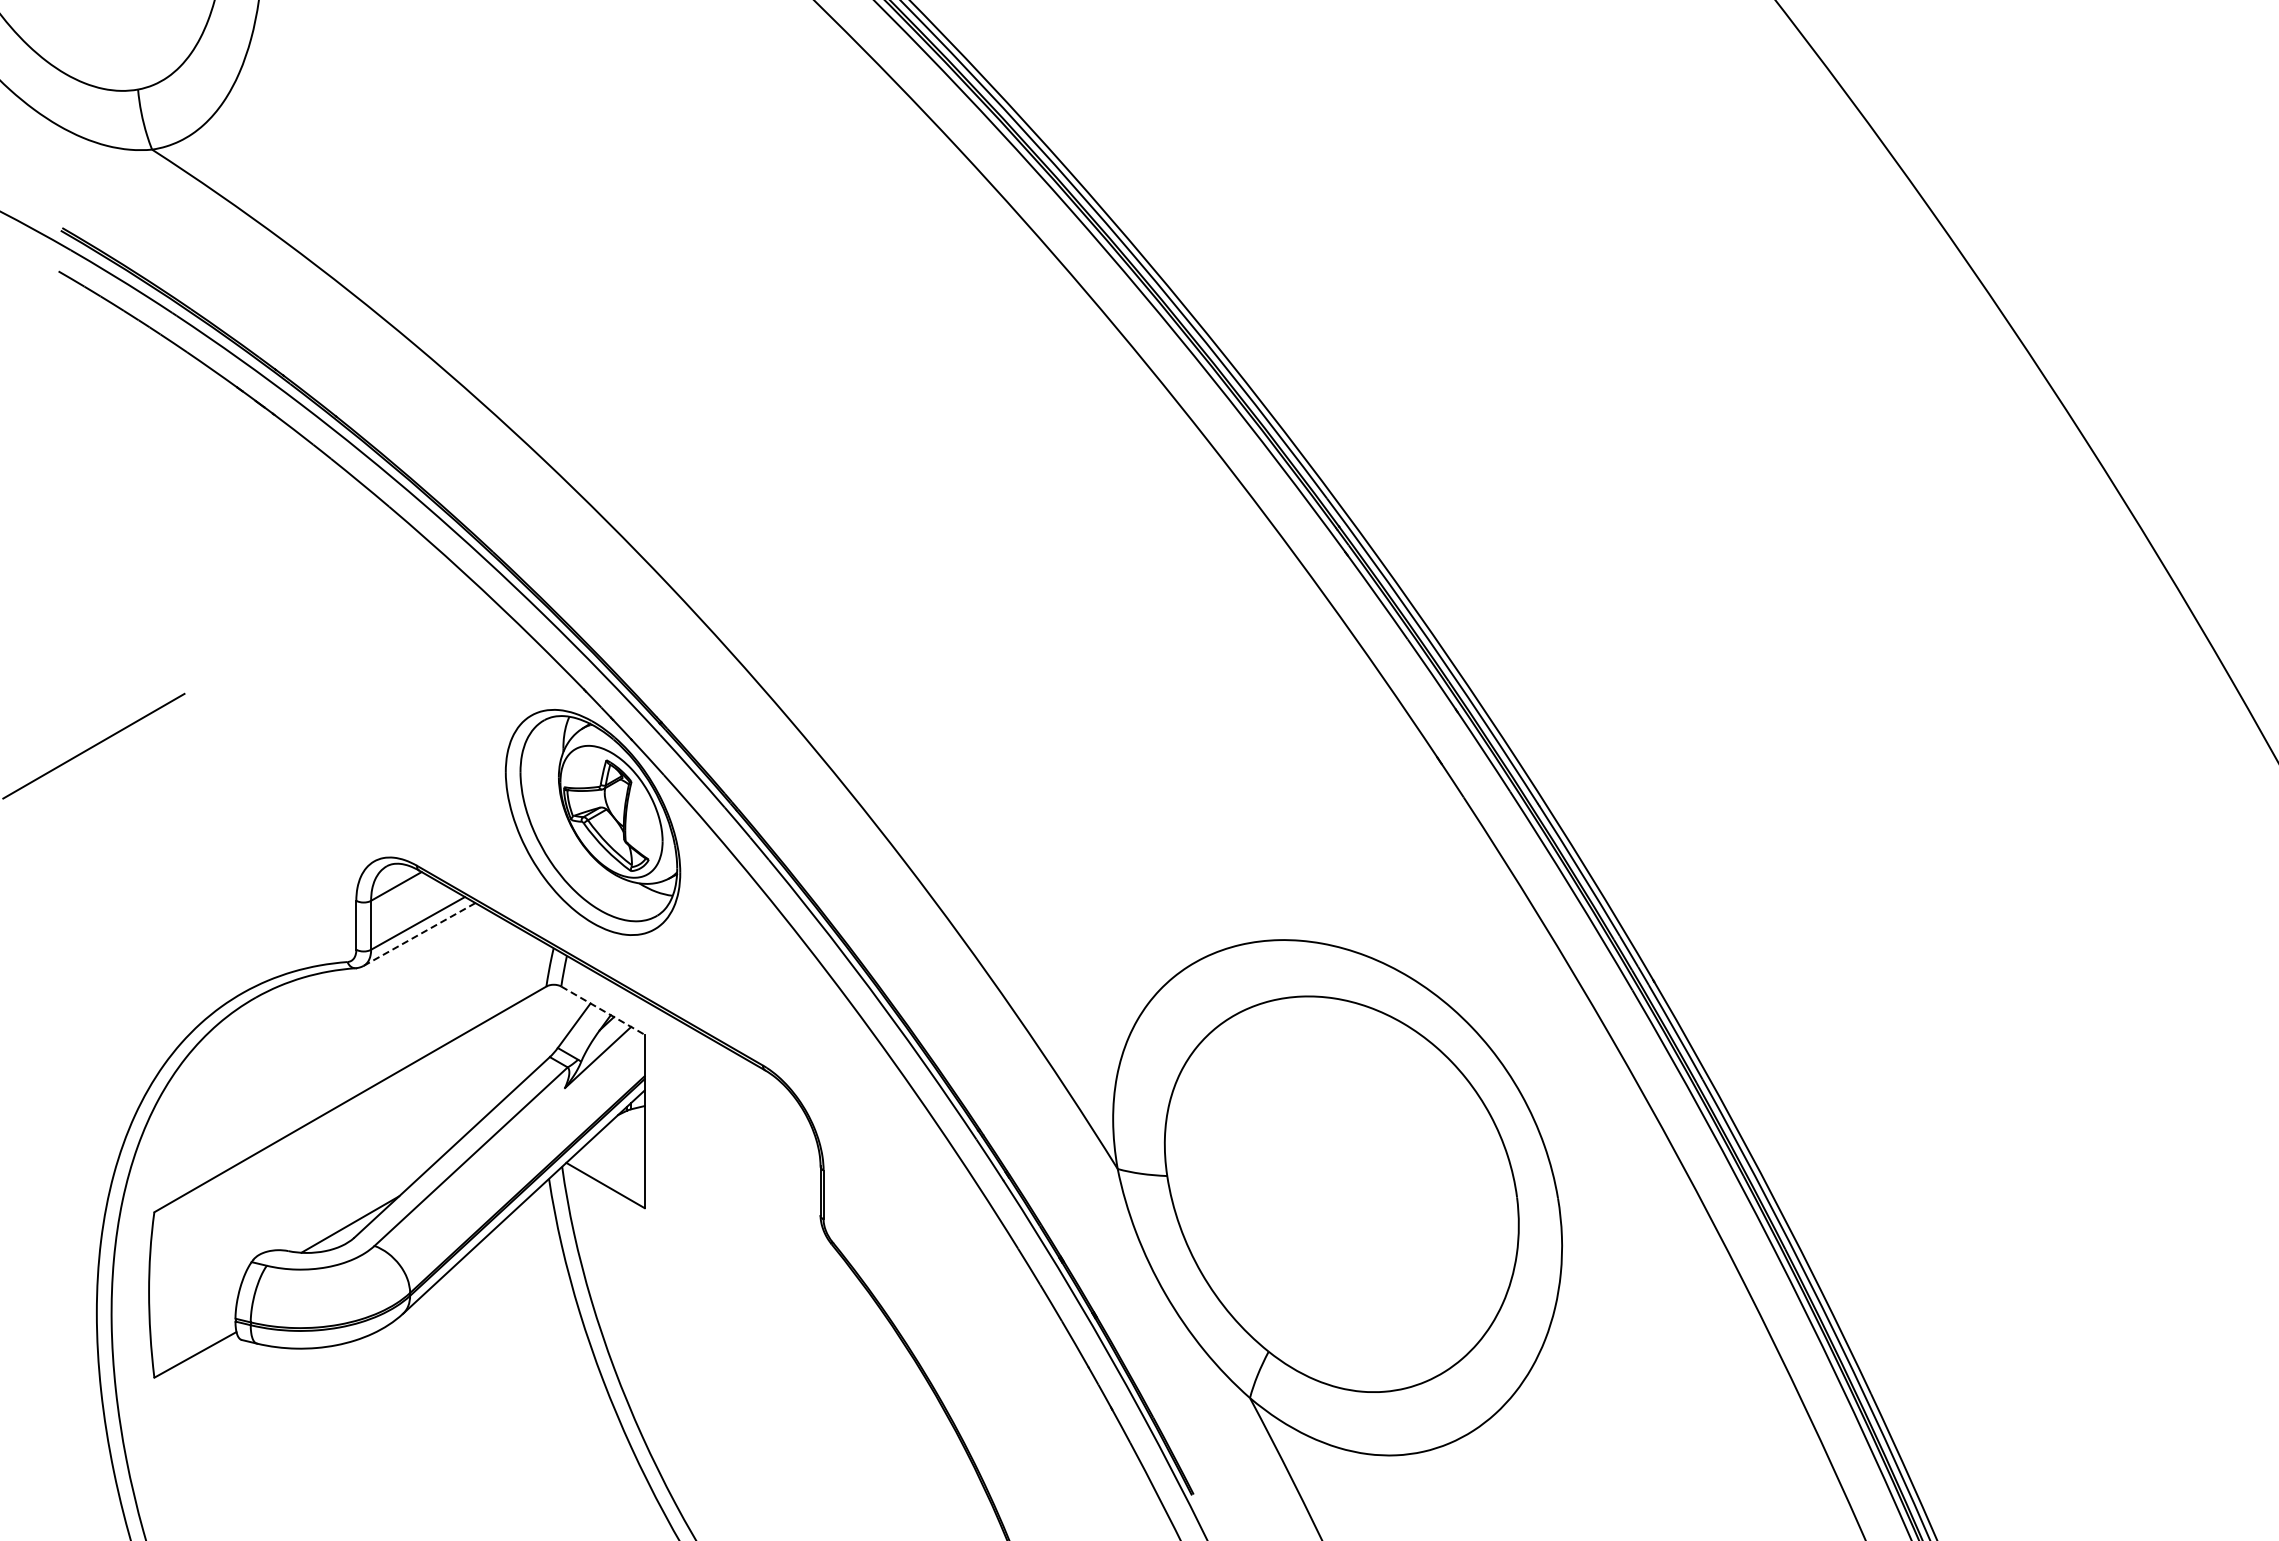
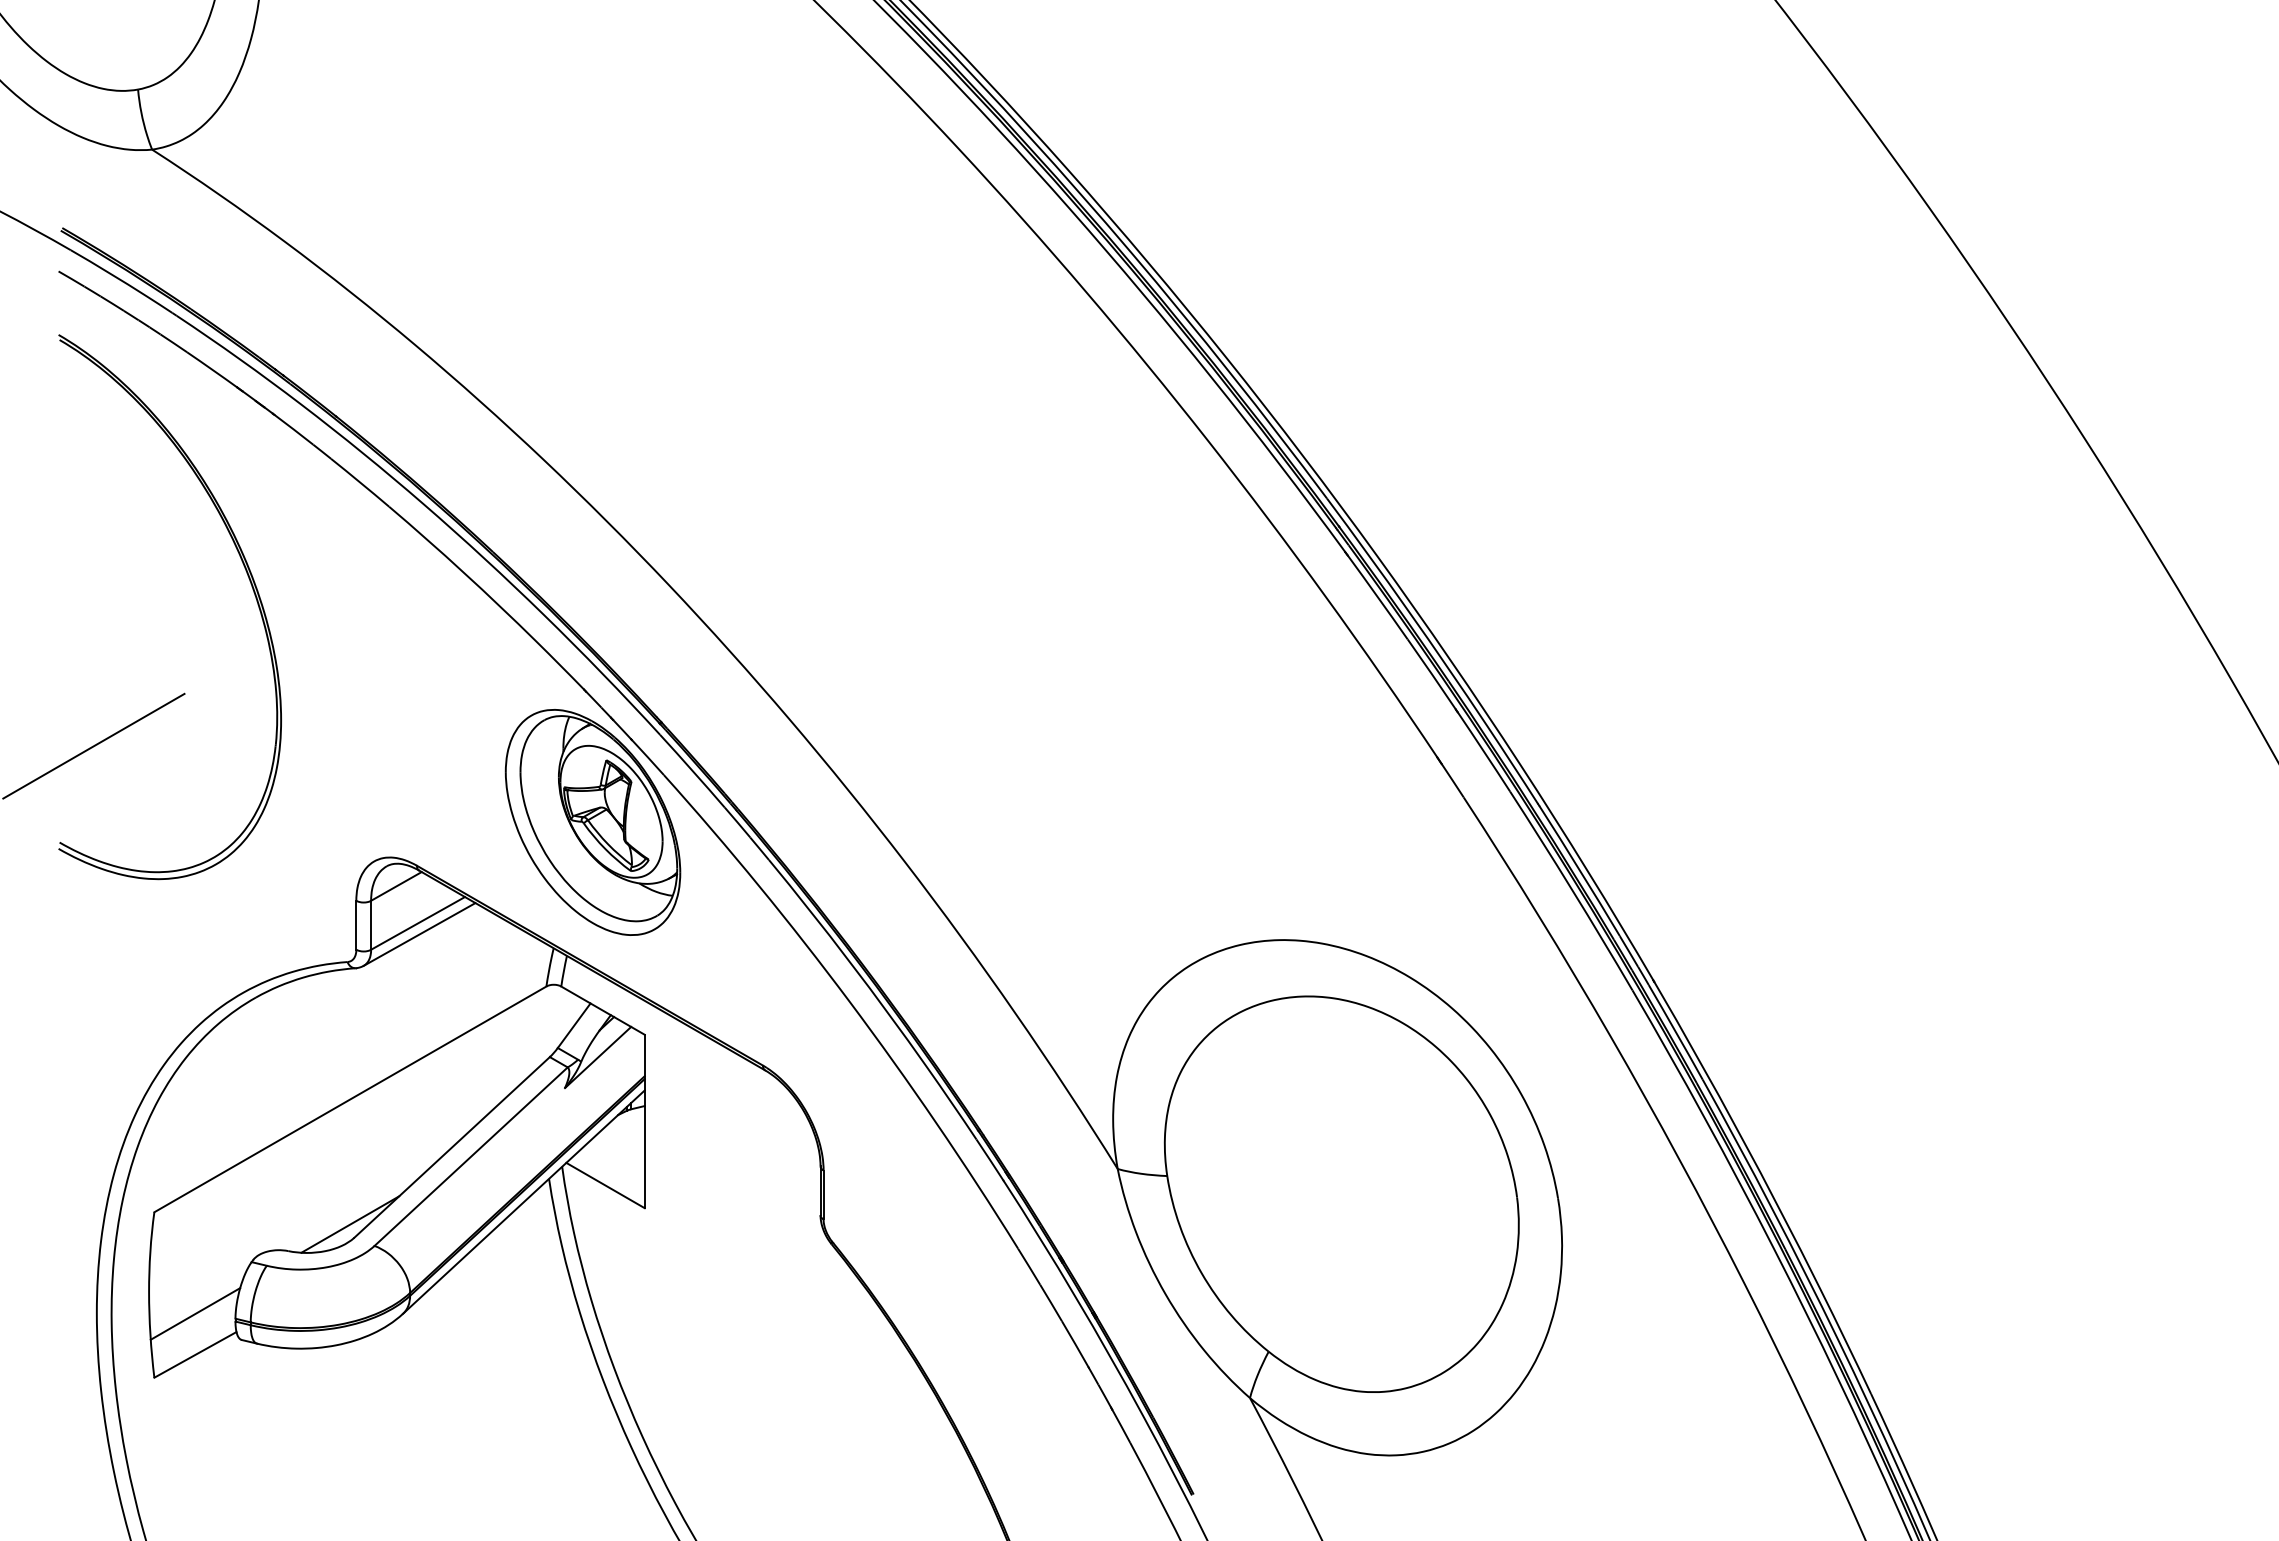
part at (247, 576): none -> present
line at (420, 934): dashed -> solid
line at (603, 1010): dashed -> solid
line at (195, 1313): none -> present
